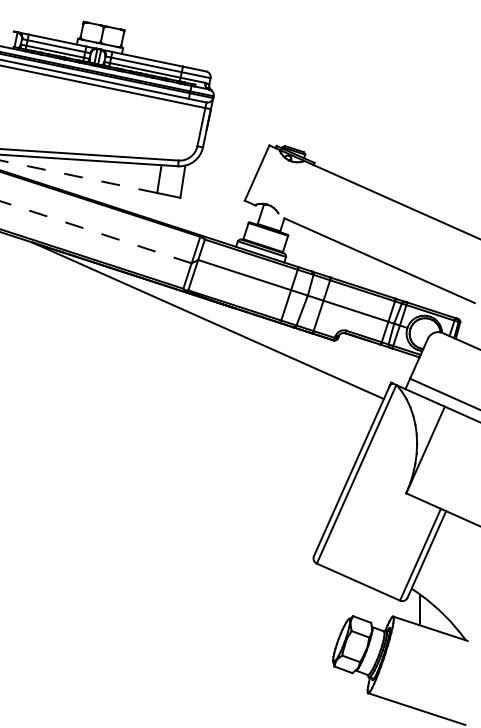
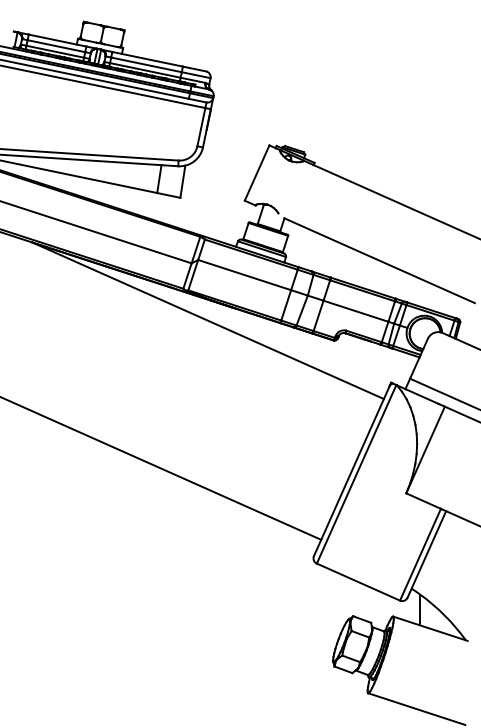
line at (78, 176): dashed -> solid
line at (95, 232): dashed -> solid
line at (161, 468): none -> present
